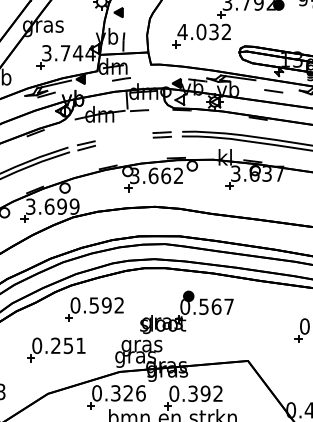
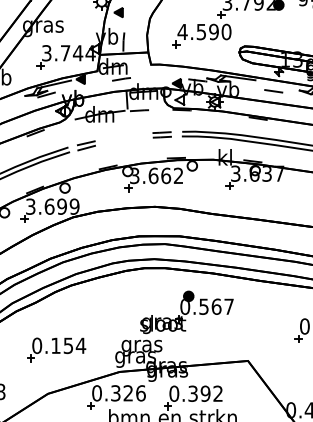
text at (213, 31): 4.032 -> 4.590
part at (94, 309): present -> none
text at (68, 345): 0.251 -> 0.154
